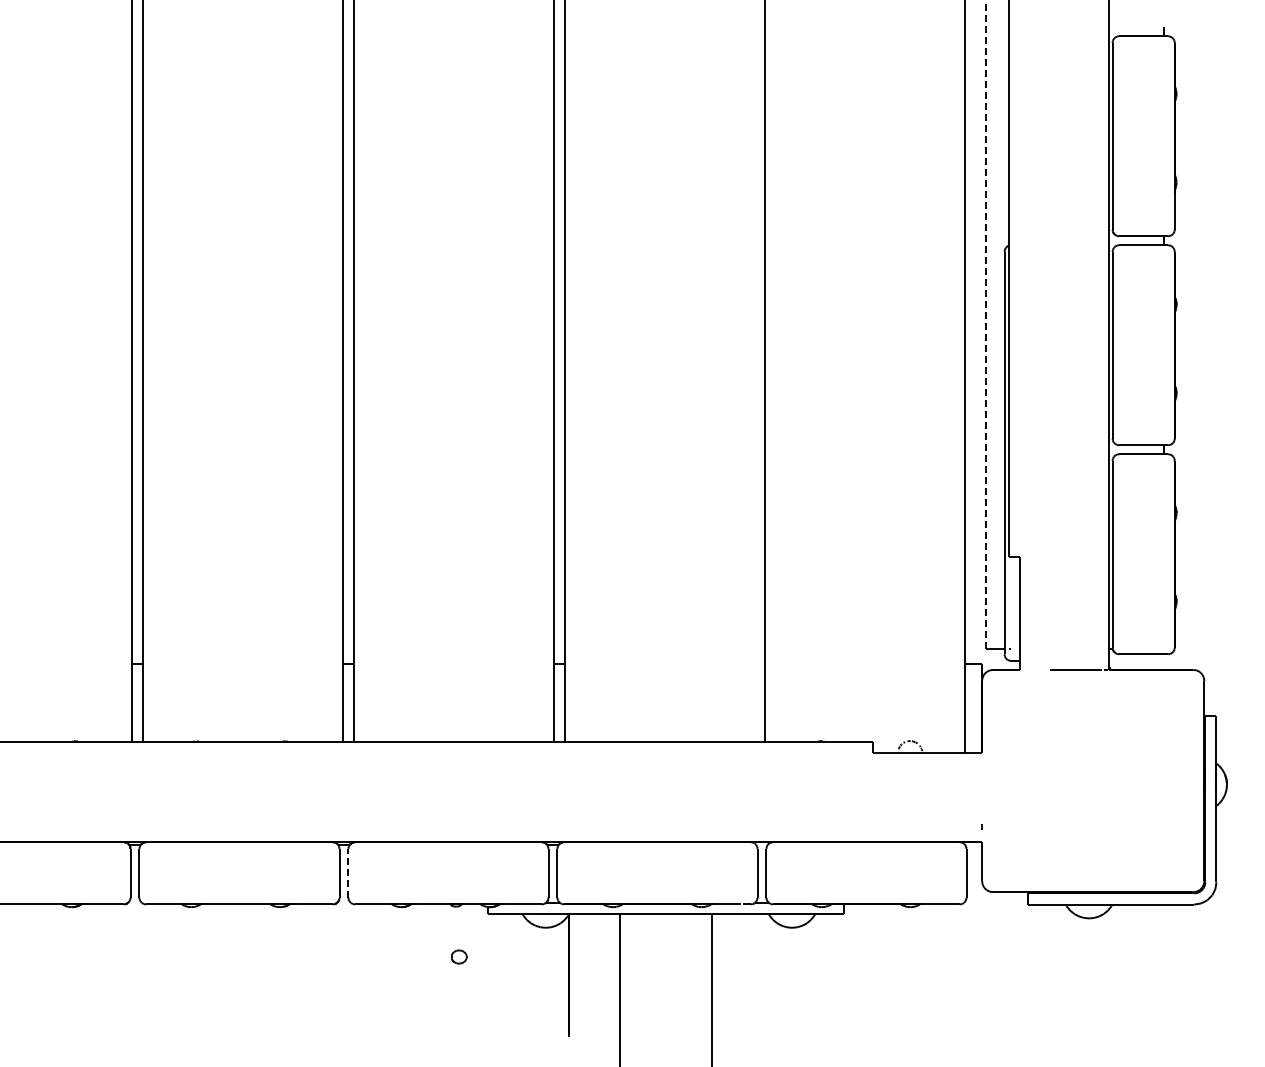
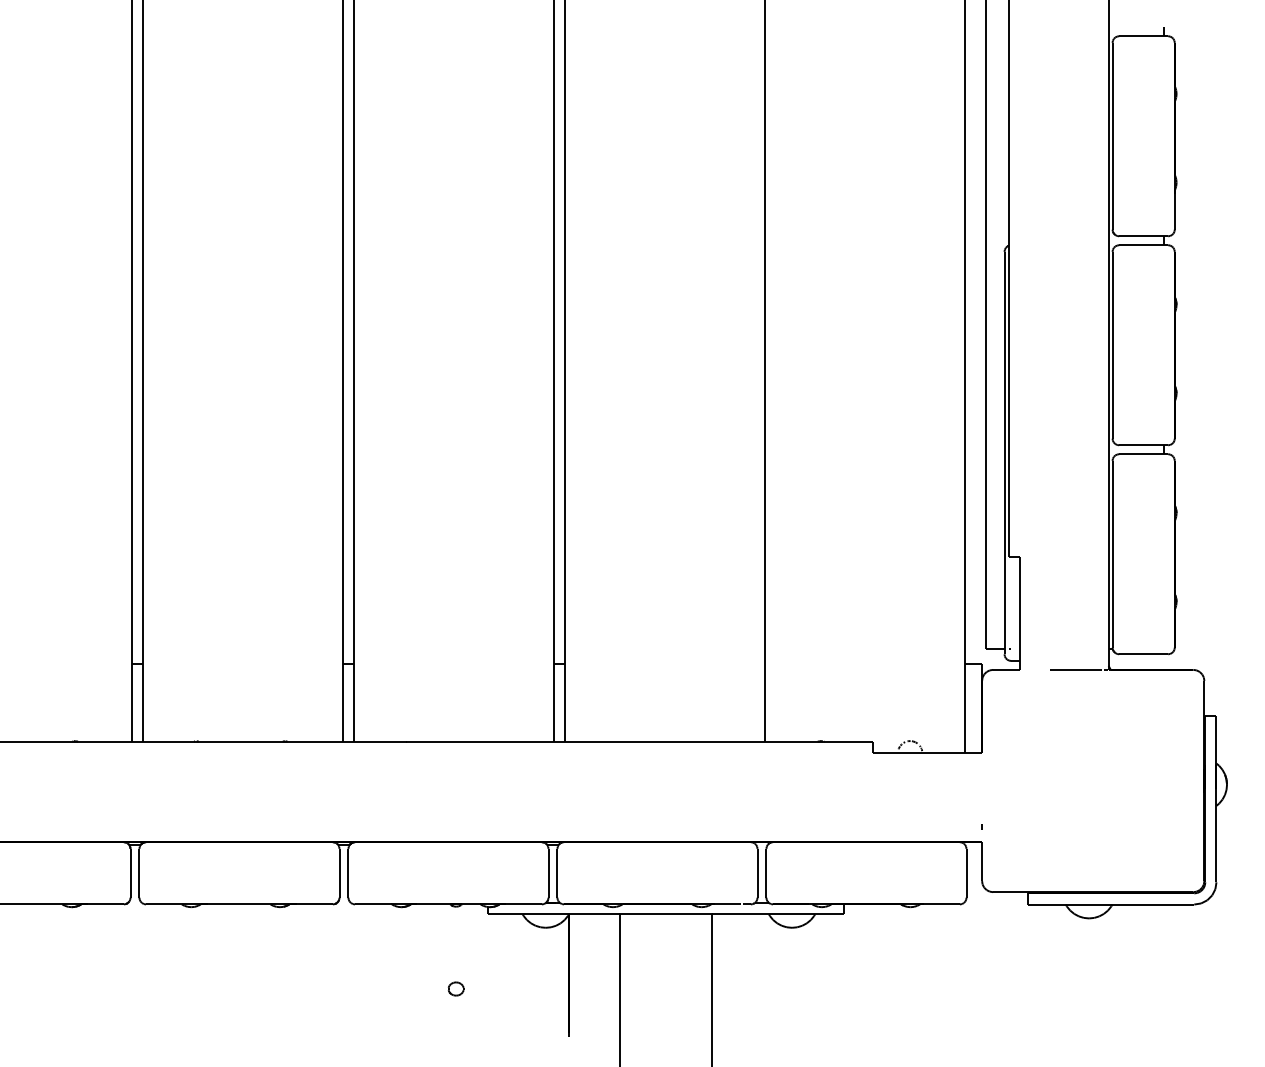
line at (986, 324): dashed -> solid
line at (348, 872): dashed -> solid
part at (458, 956) position: (458, 956) -> (455, 988)
